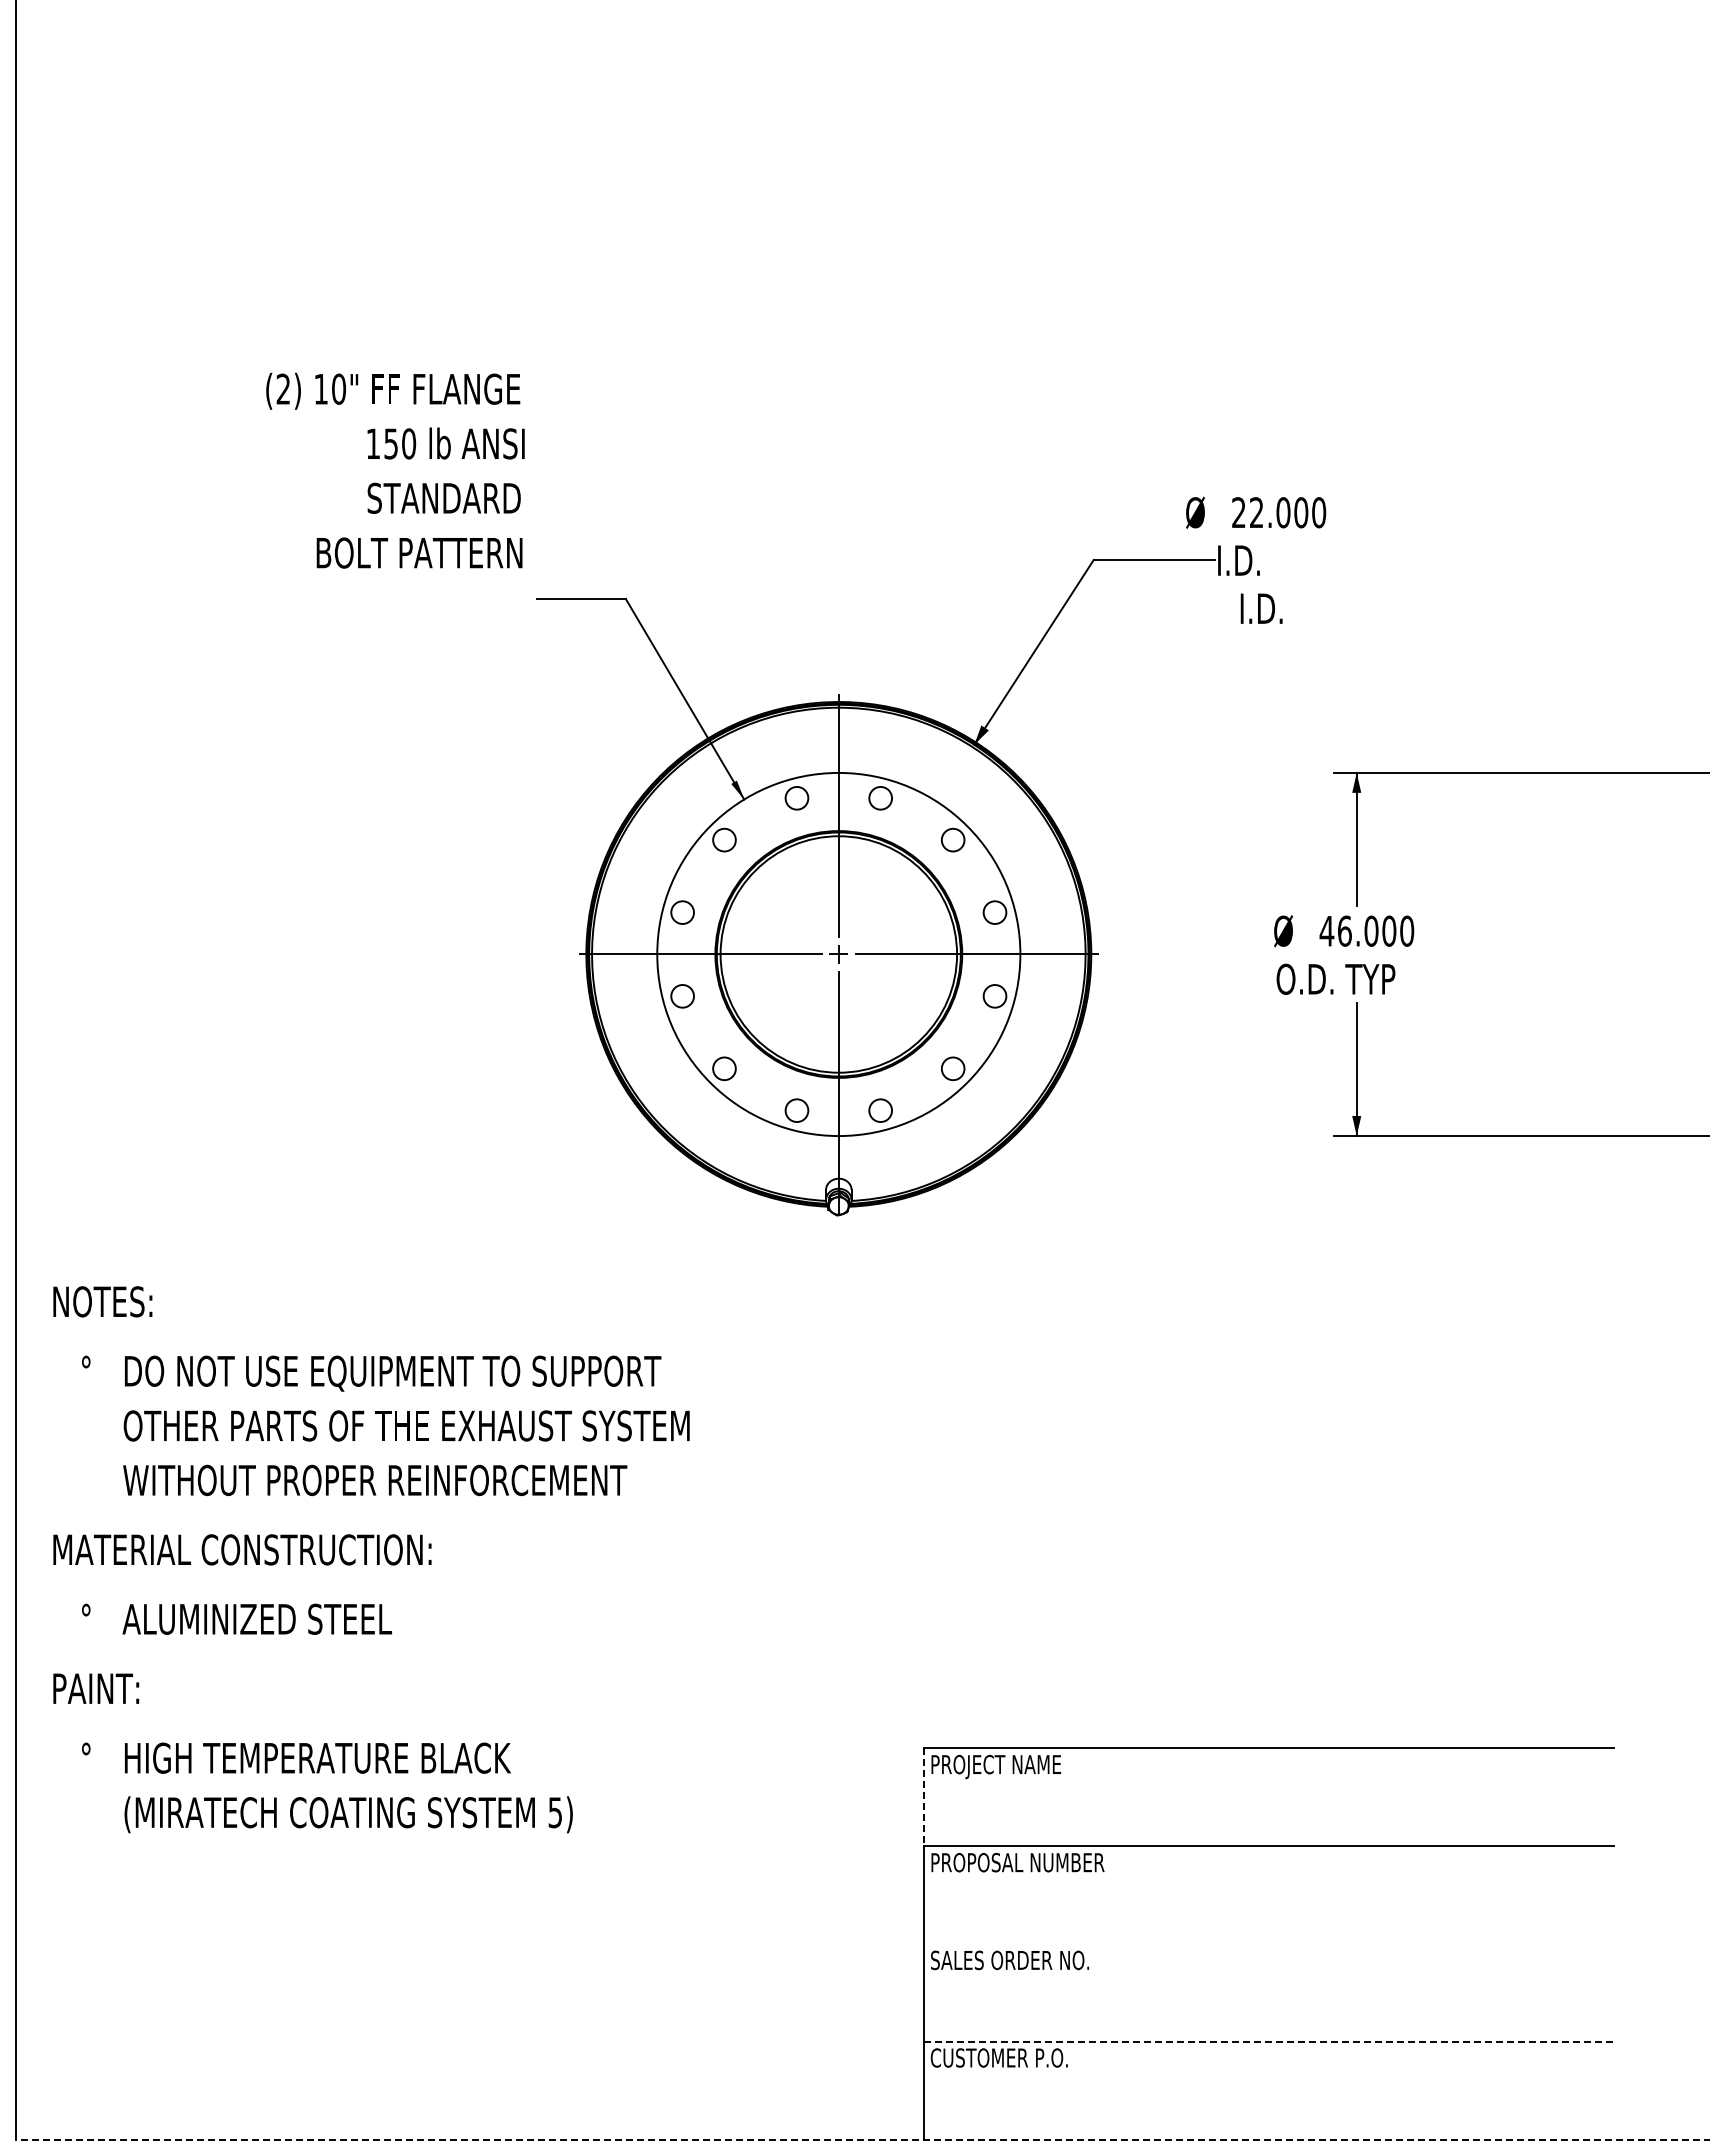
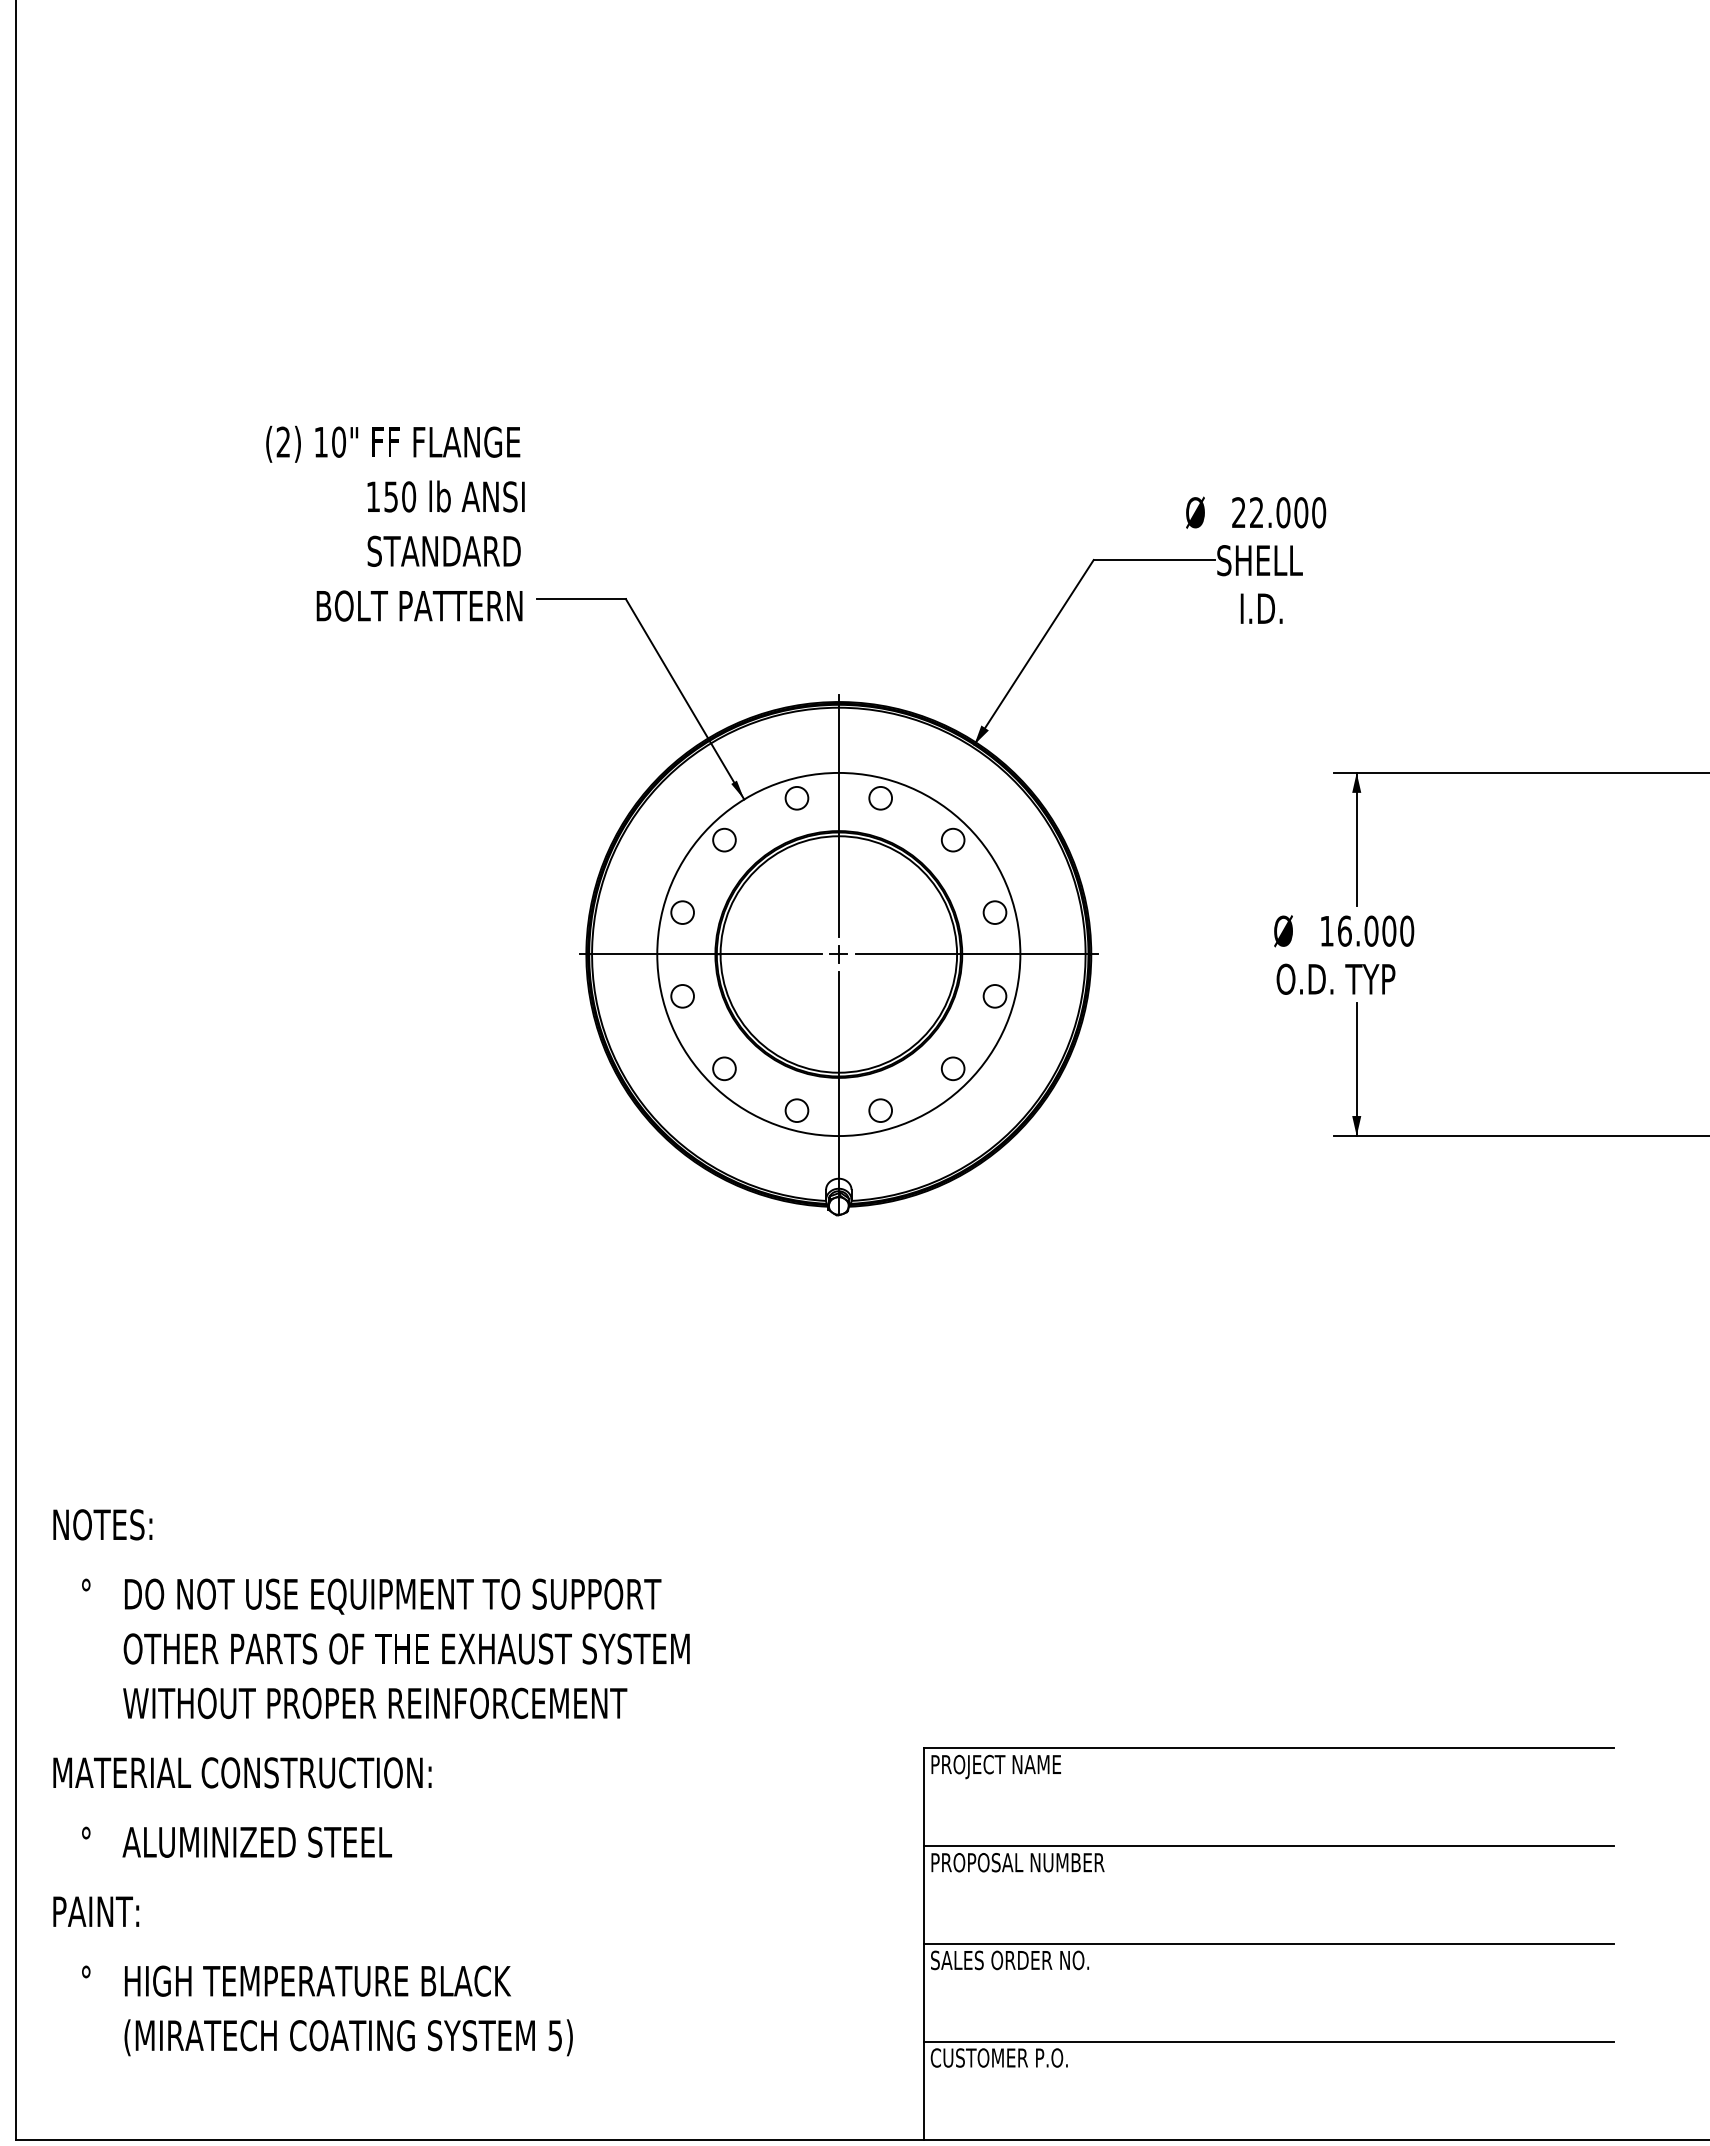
text at (395, 470) position: (395, 470) -> (395, 523)
text at (1259, 560): I.D. -> SHELL
text at (1326, 931): 46.000 -> 16.000
text at (371, 1559) position: (371, 1559) -> (371, 1782)
line at (923, 1797): dashed -> solid
line at (1268, 1944): none -> present
line at (1268, 2042): dashed -> solid
line at (862, 2140): dashed -> solid
